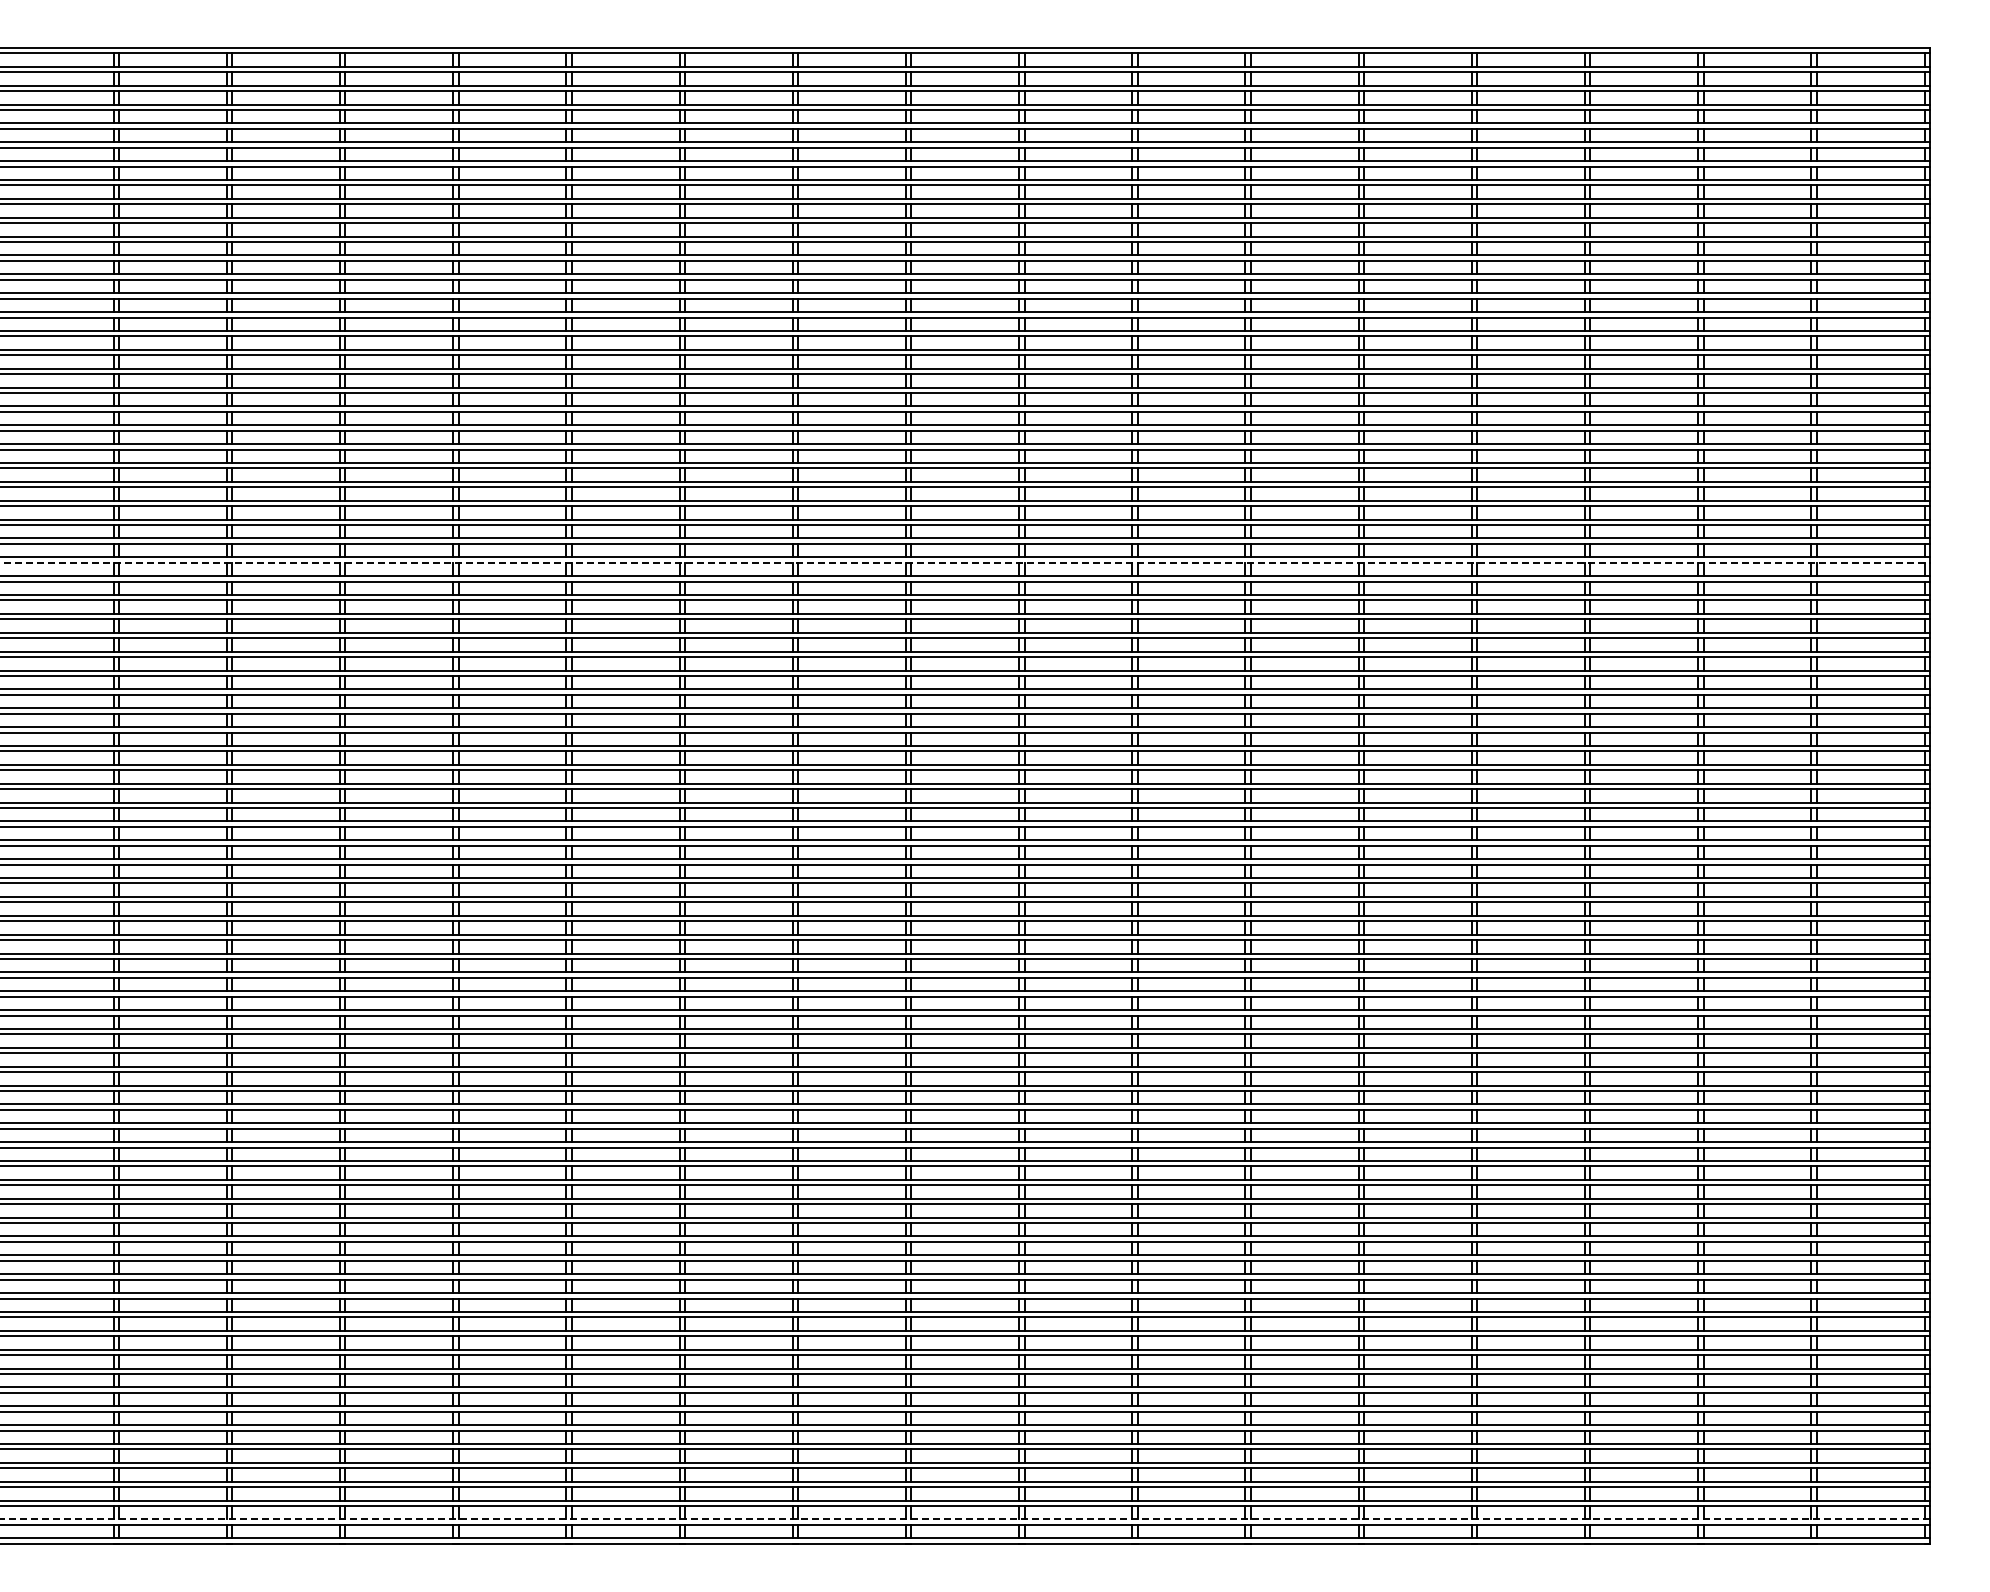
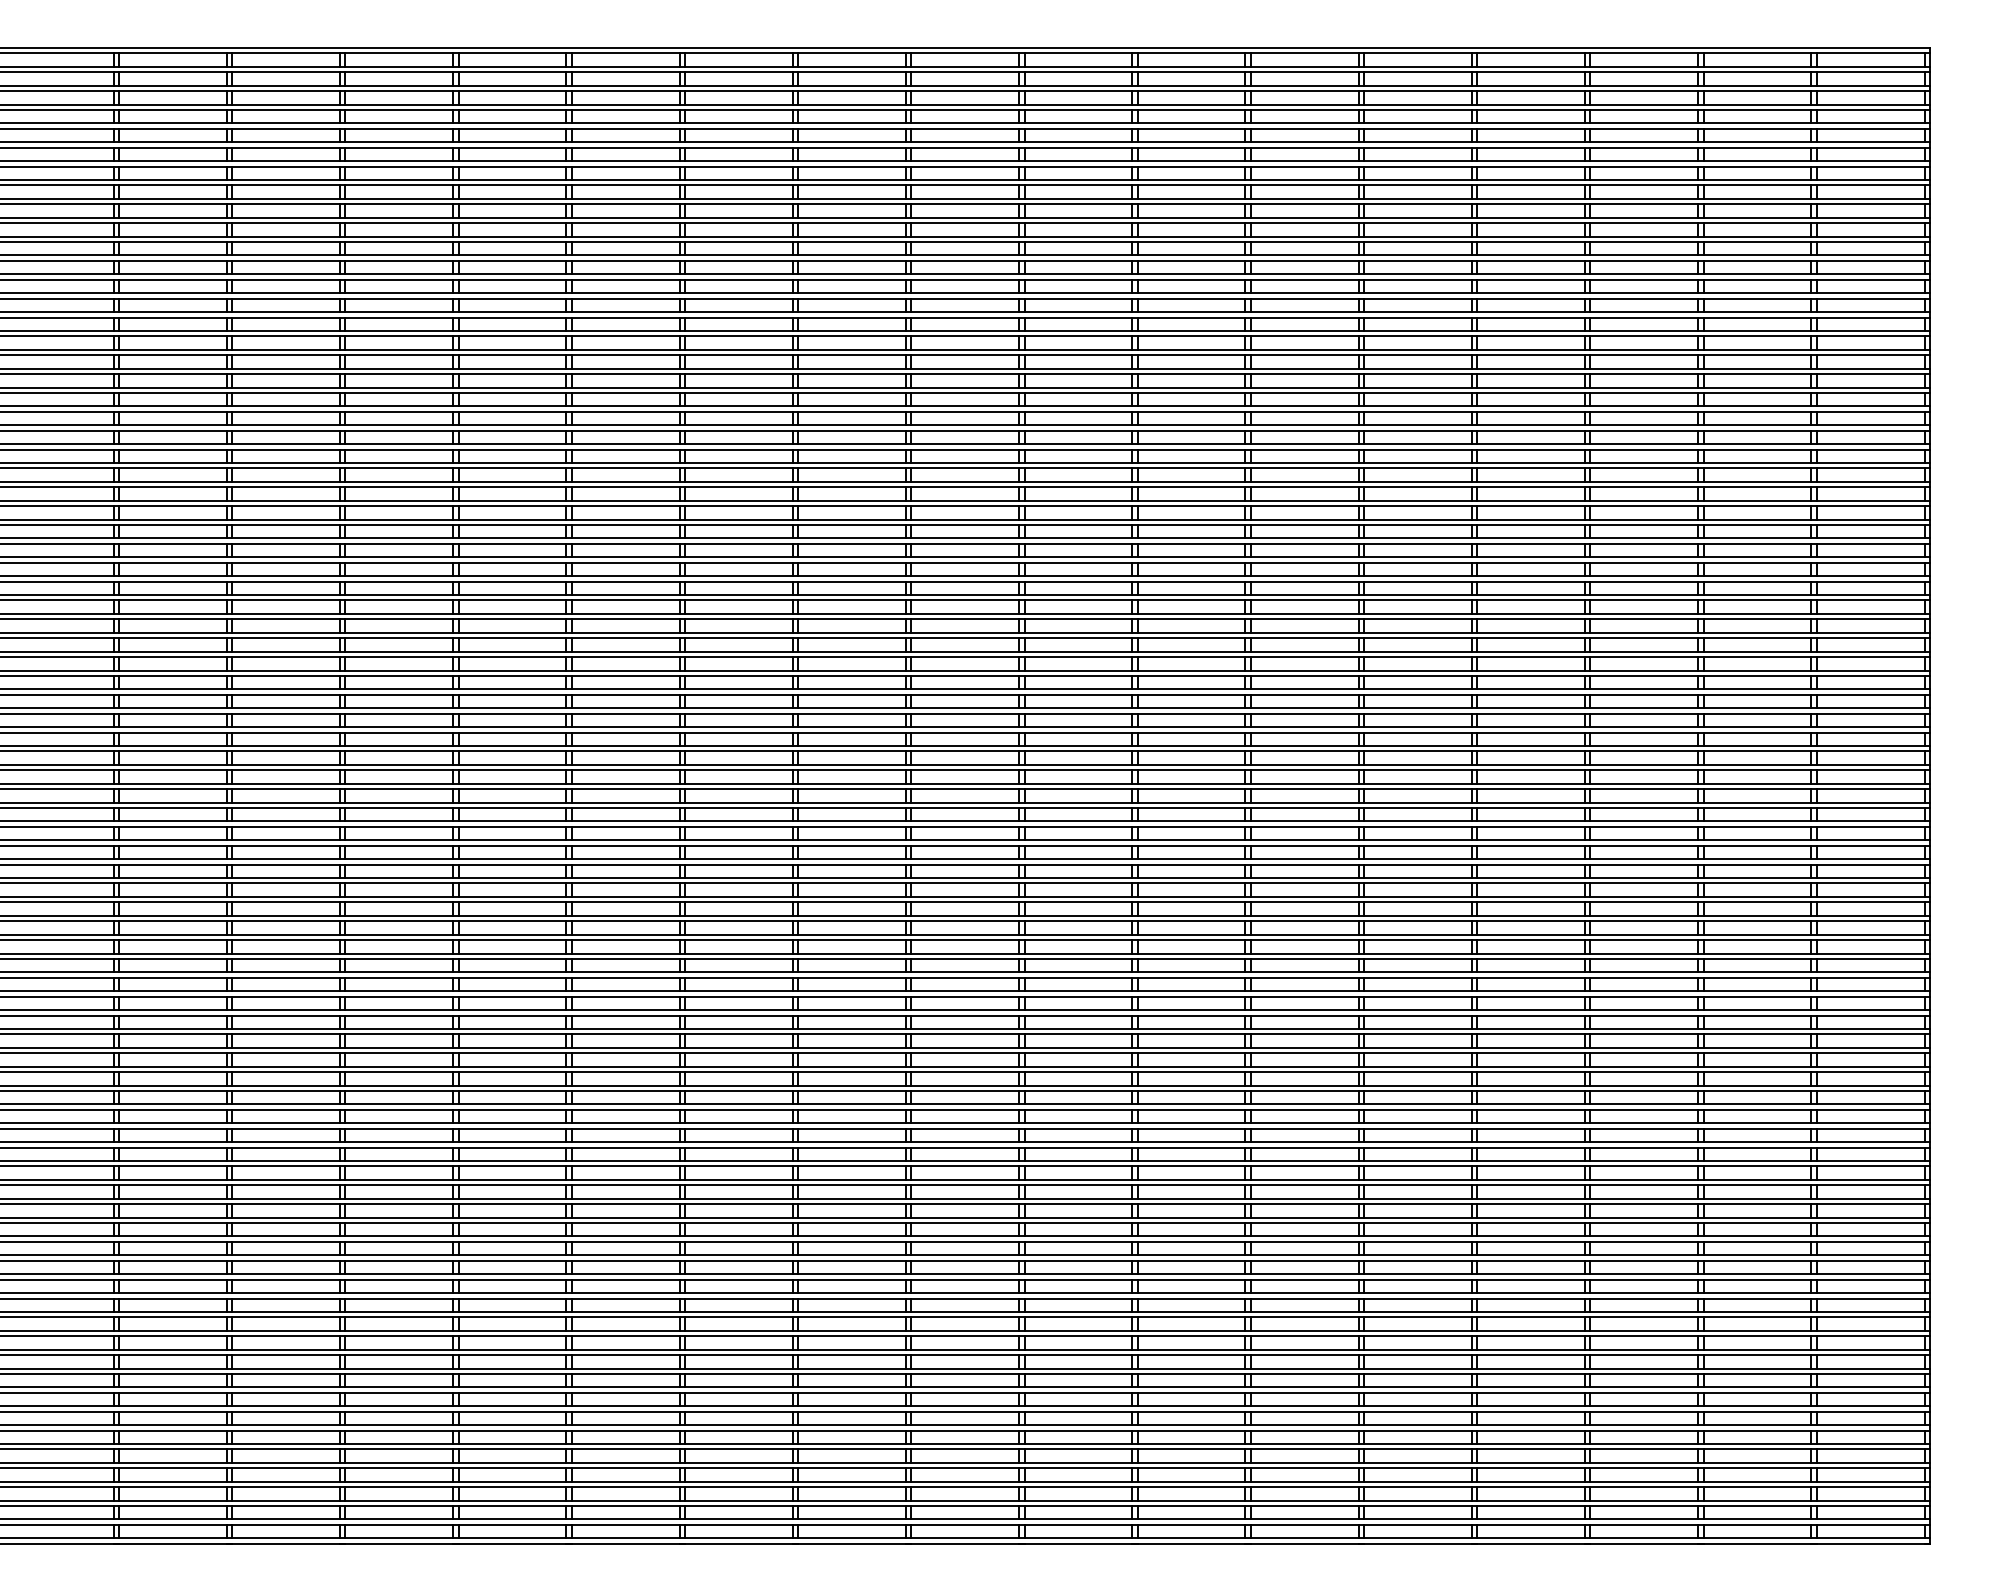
line at (965, 562): dashed -> solid
line at (965, 1519): dashed -> solid
